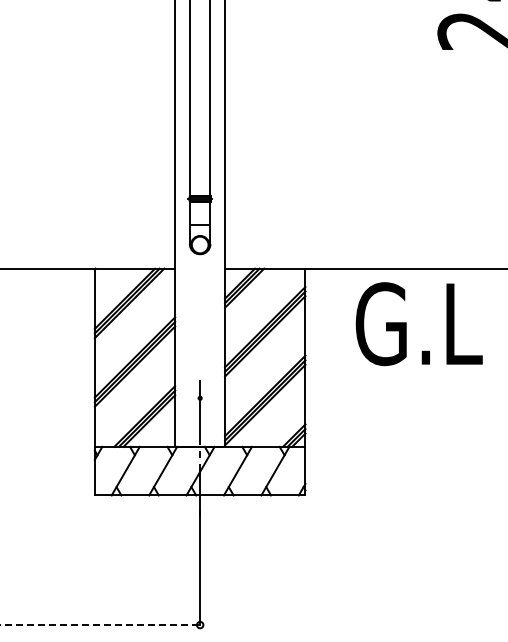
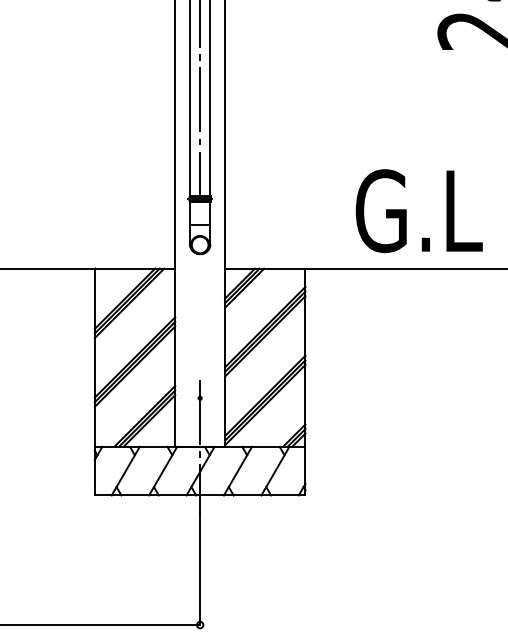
line at (200, 102): none -> present
text at (418, 324) position: (418, 324) -> (418, 211)
line at (100, 625): dashed -> solid
